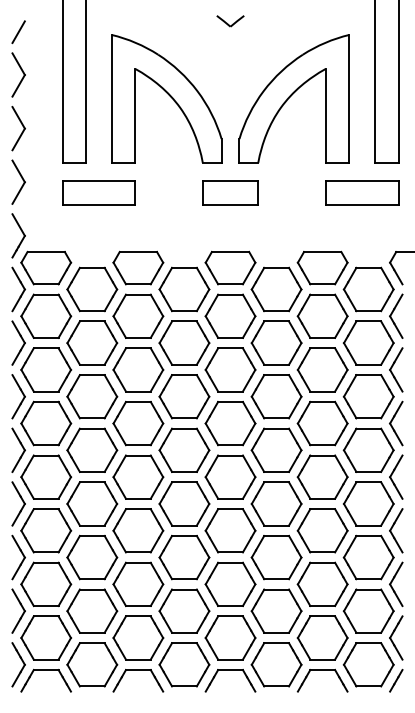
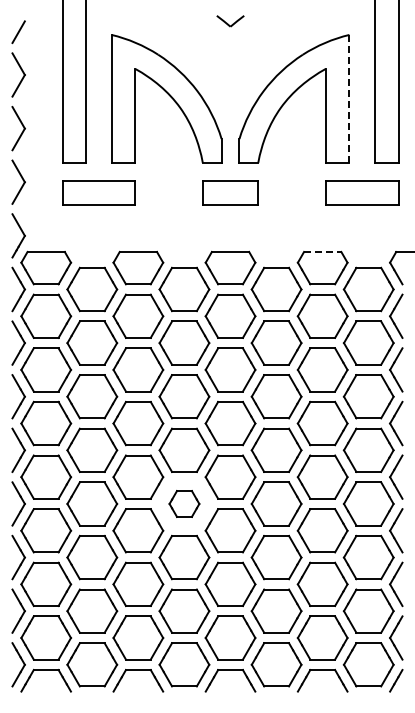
line at (349, 98): solid -> dashed
line at (322, 251): solid -> dashed
part at (184, 503) size: 53x46 px -> 33x28 px
